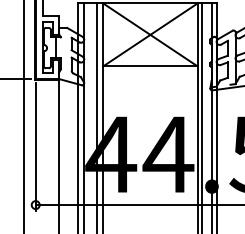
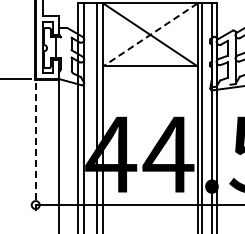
line at (150, 34): solid -> dashed
line at (24, 116): present -> none
line at (35, 147): solid -> dashed
